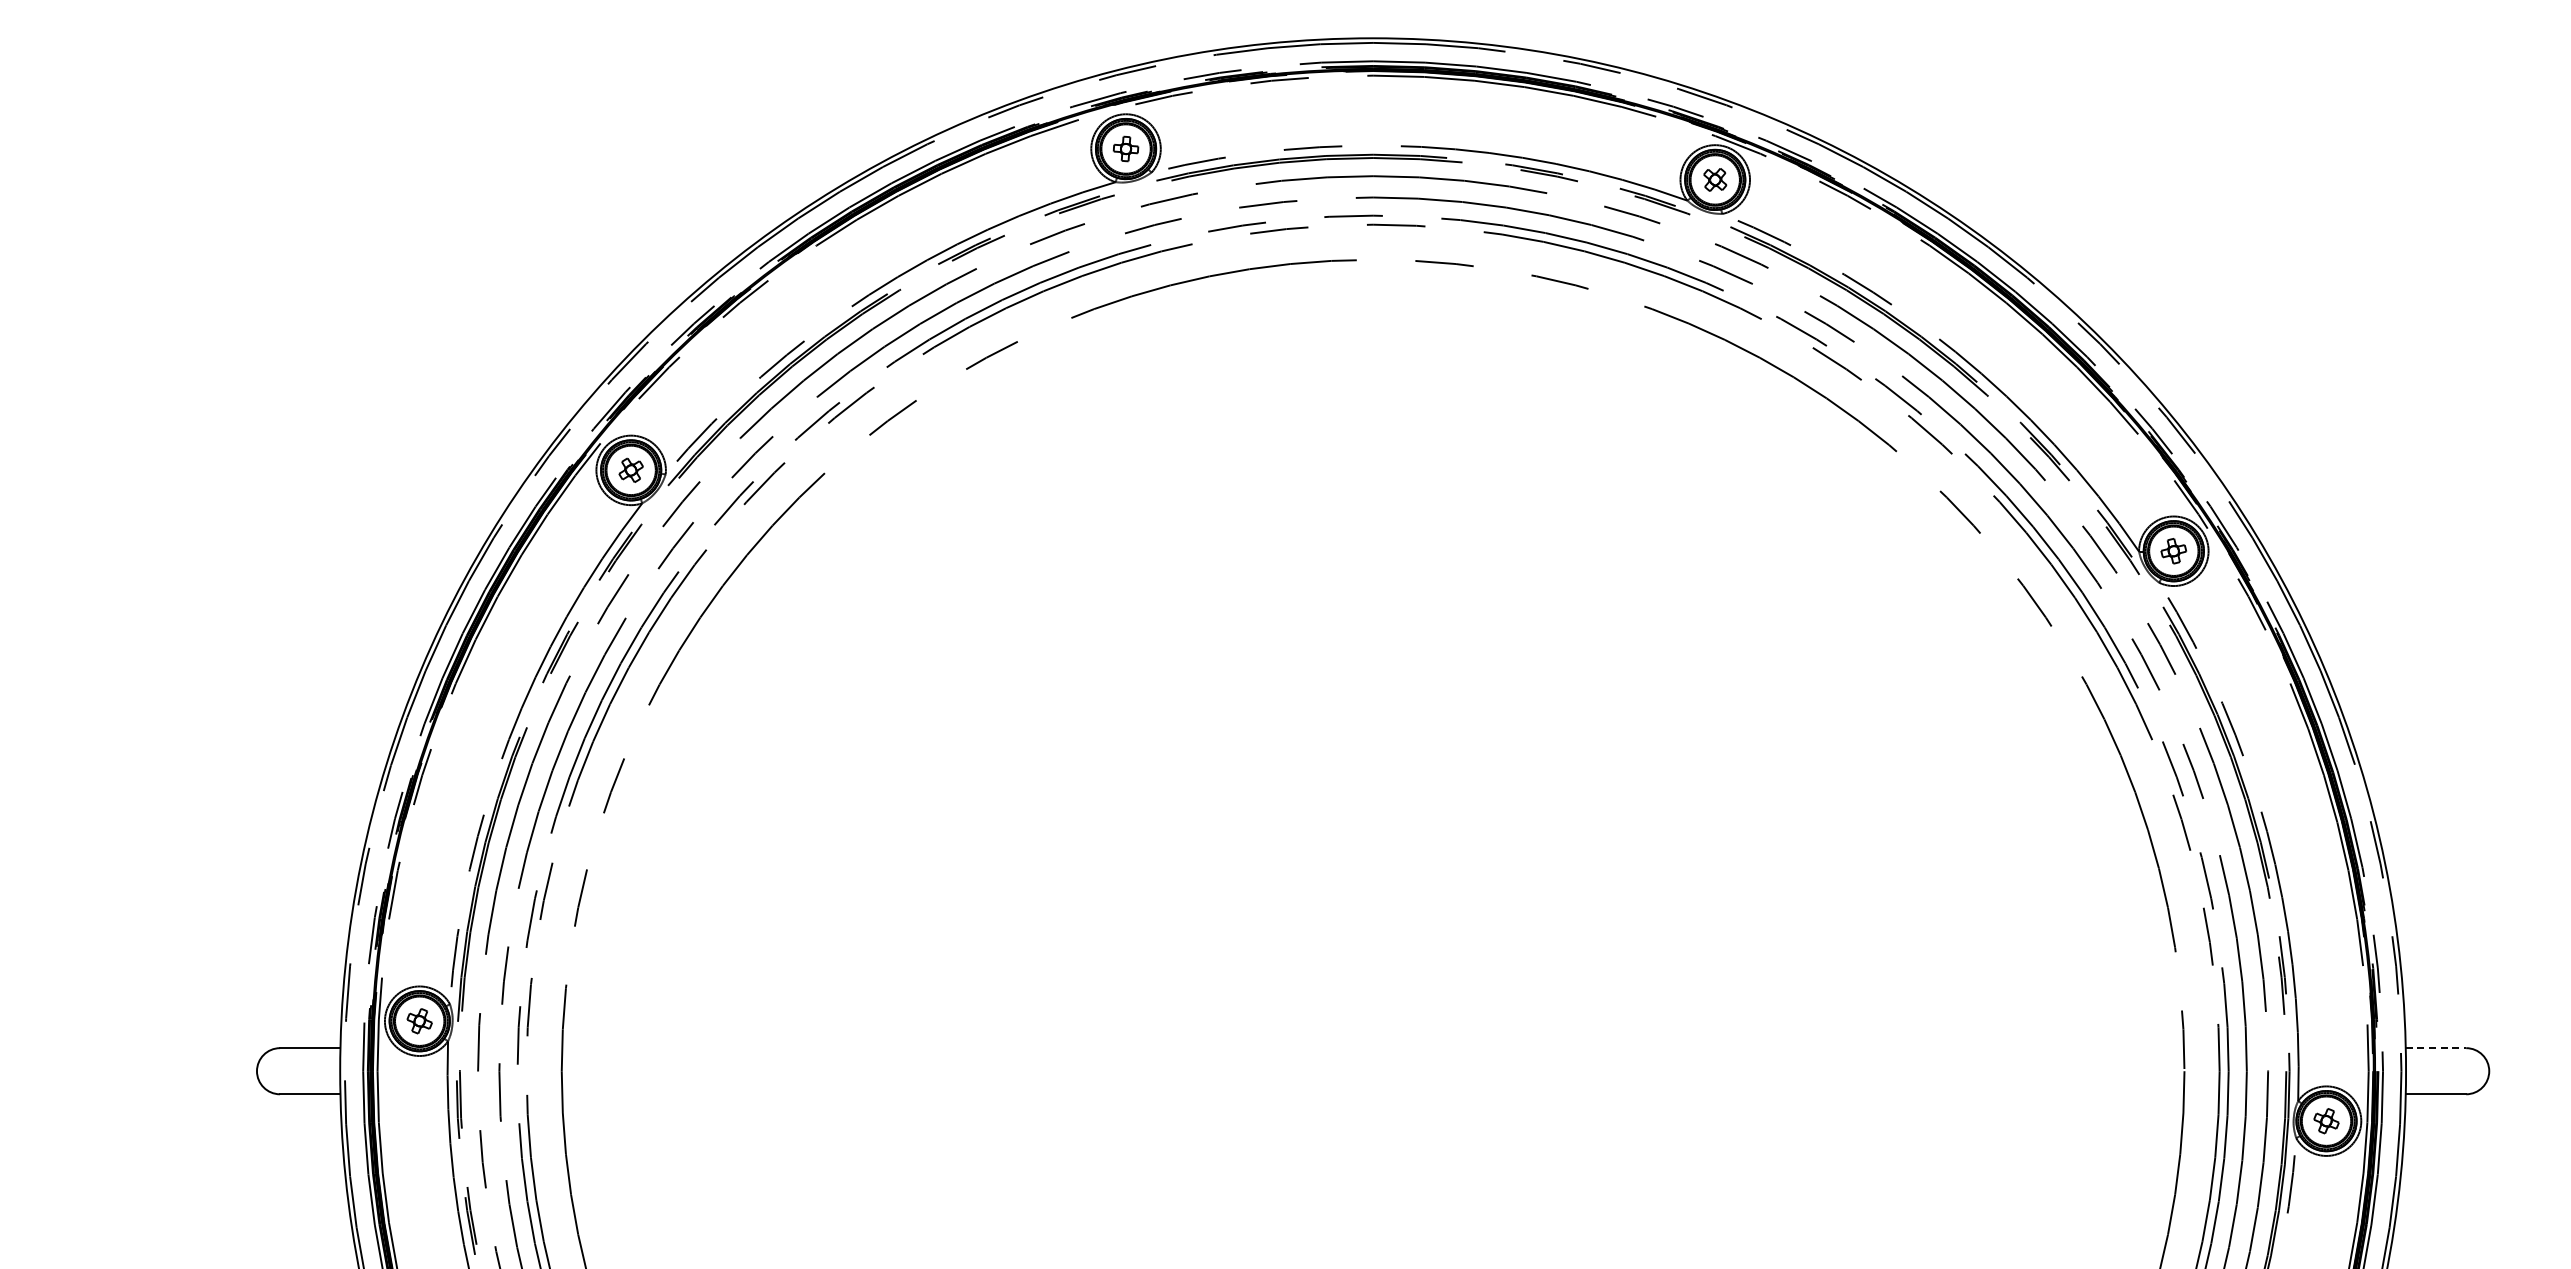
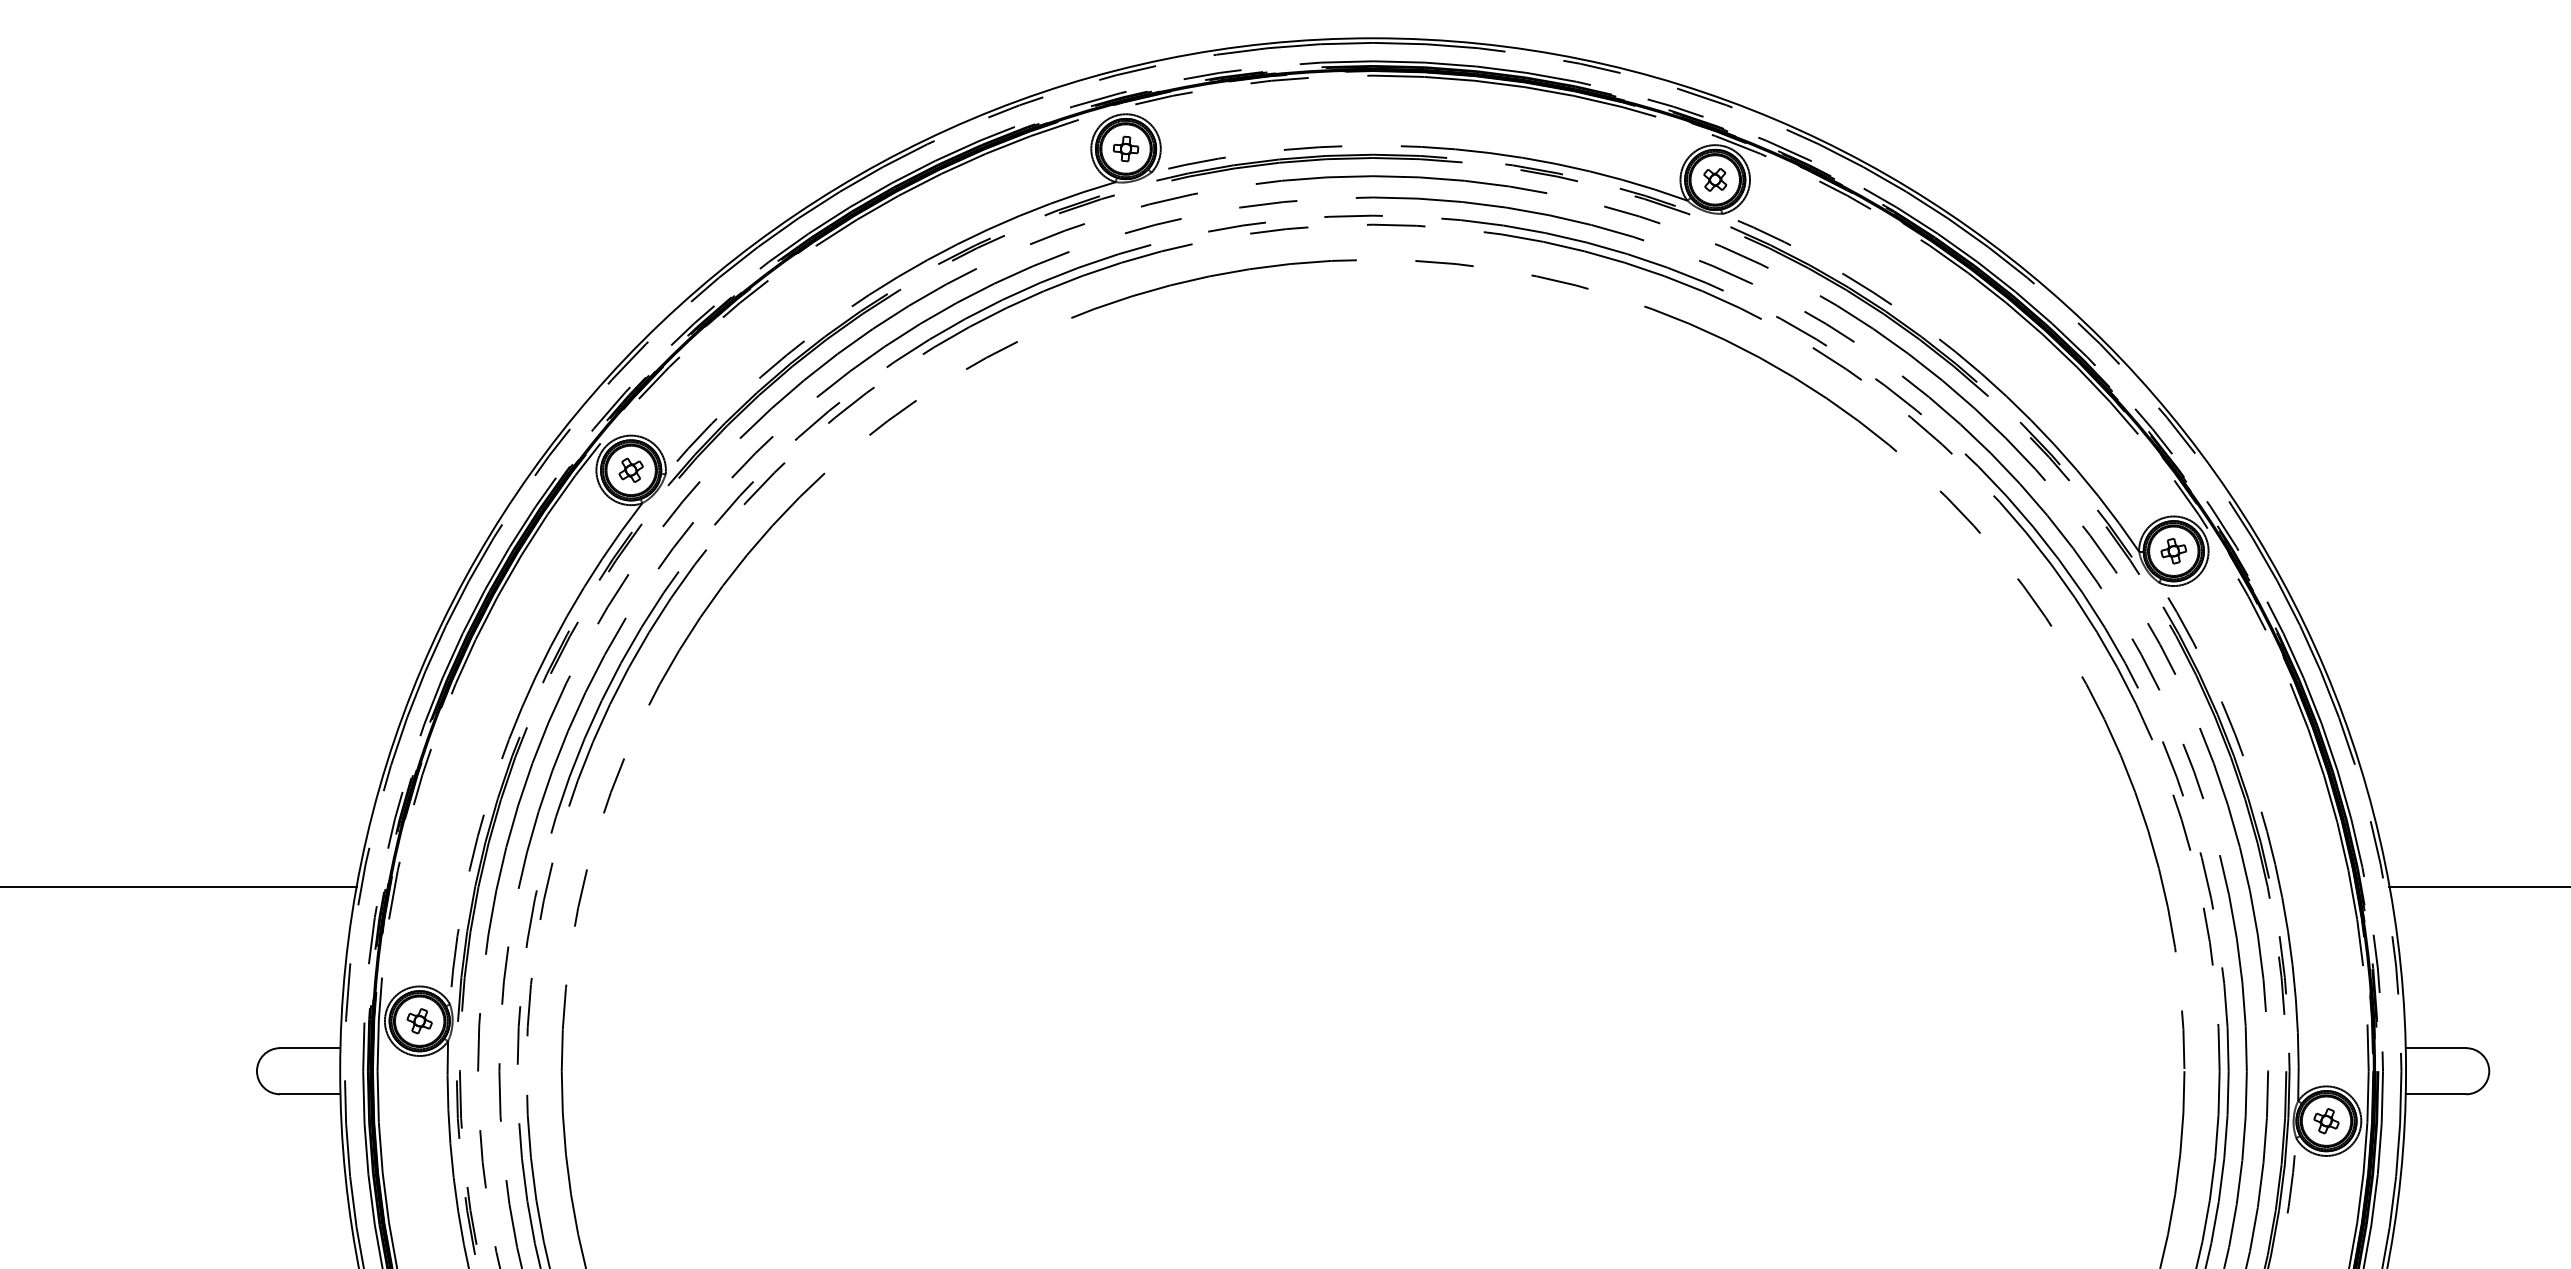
line at (179, 886): none -> present
line at (2478, 886): none -> present
line at (2436, 1048): dashed -> solid
